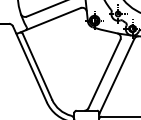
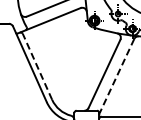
line at (37, 66): solid -> dashed
line at (117, 76): solid -> dashed
